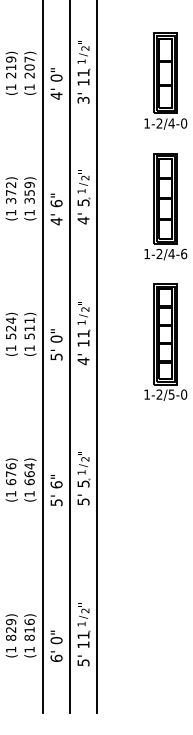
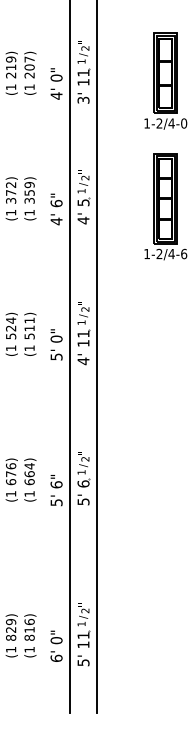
part at (165, 341): present -> none
line at (43, 357): present -> none
text at (83, 483): 5 -> 6
